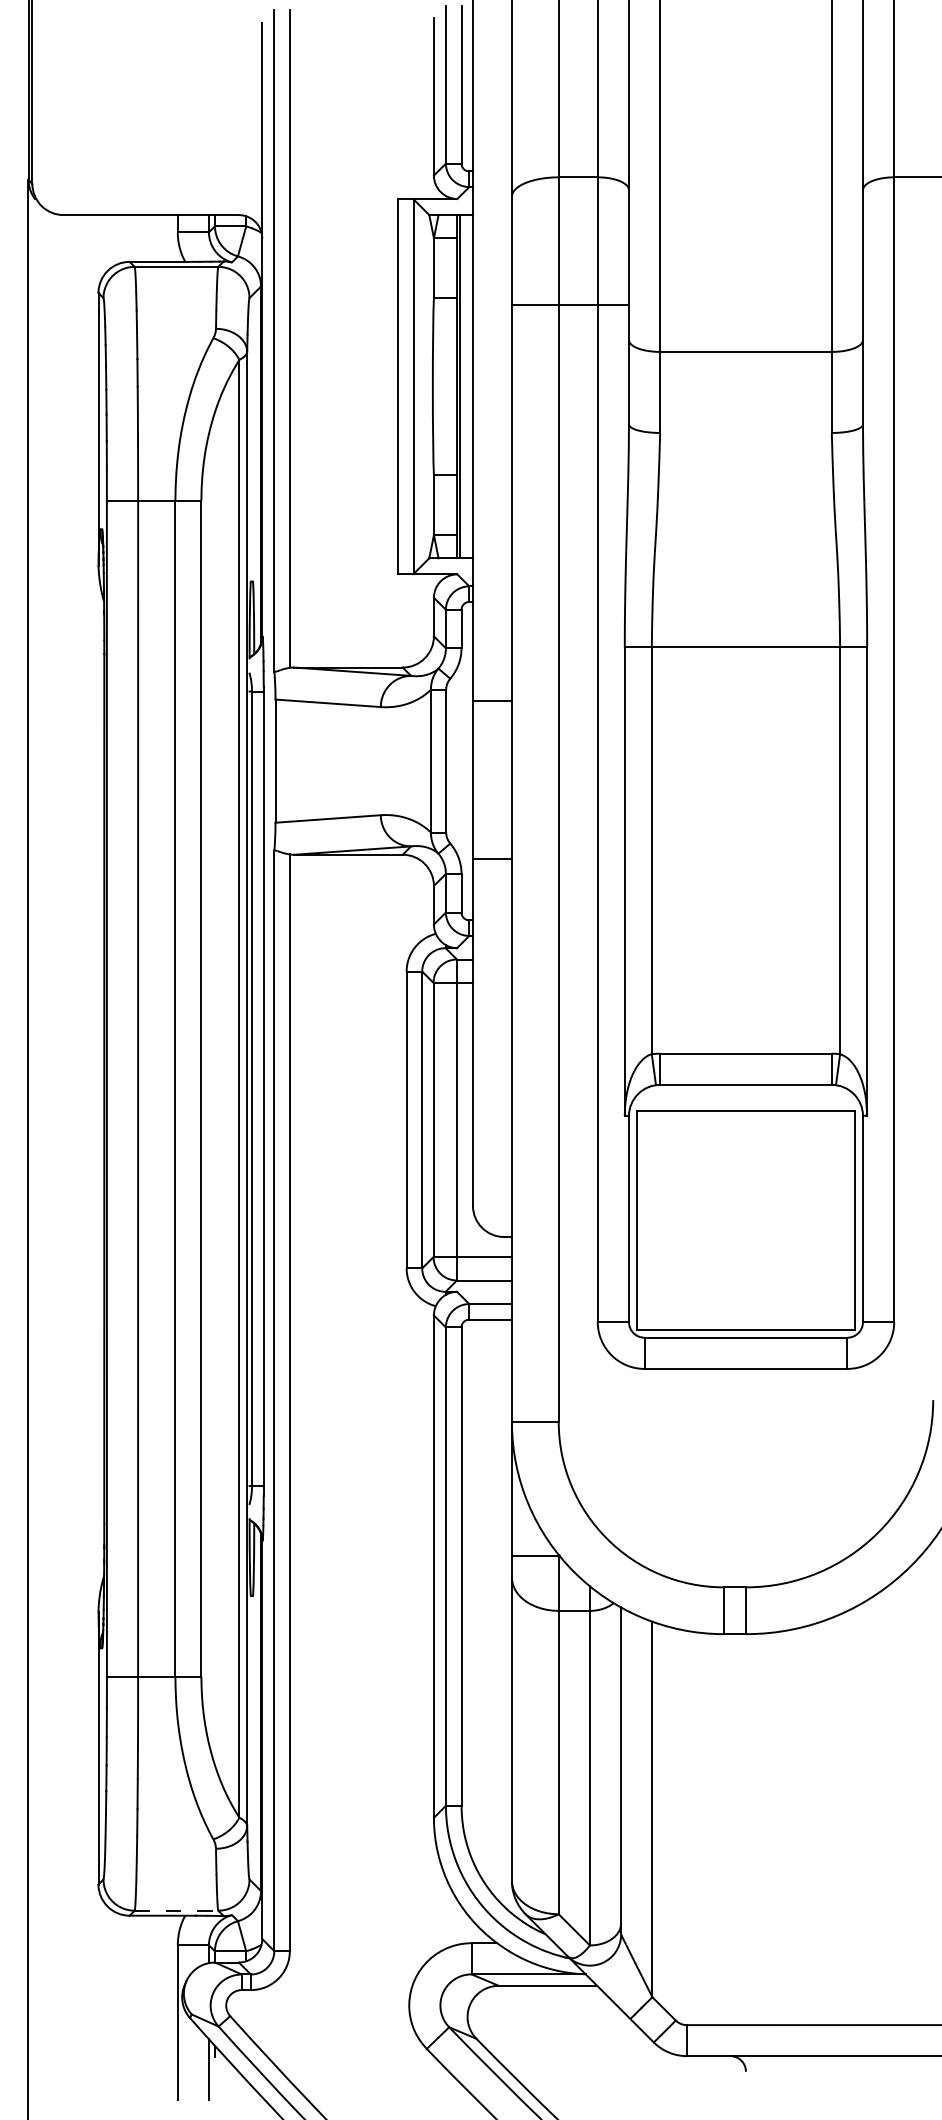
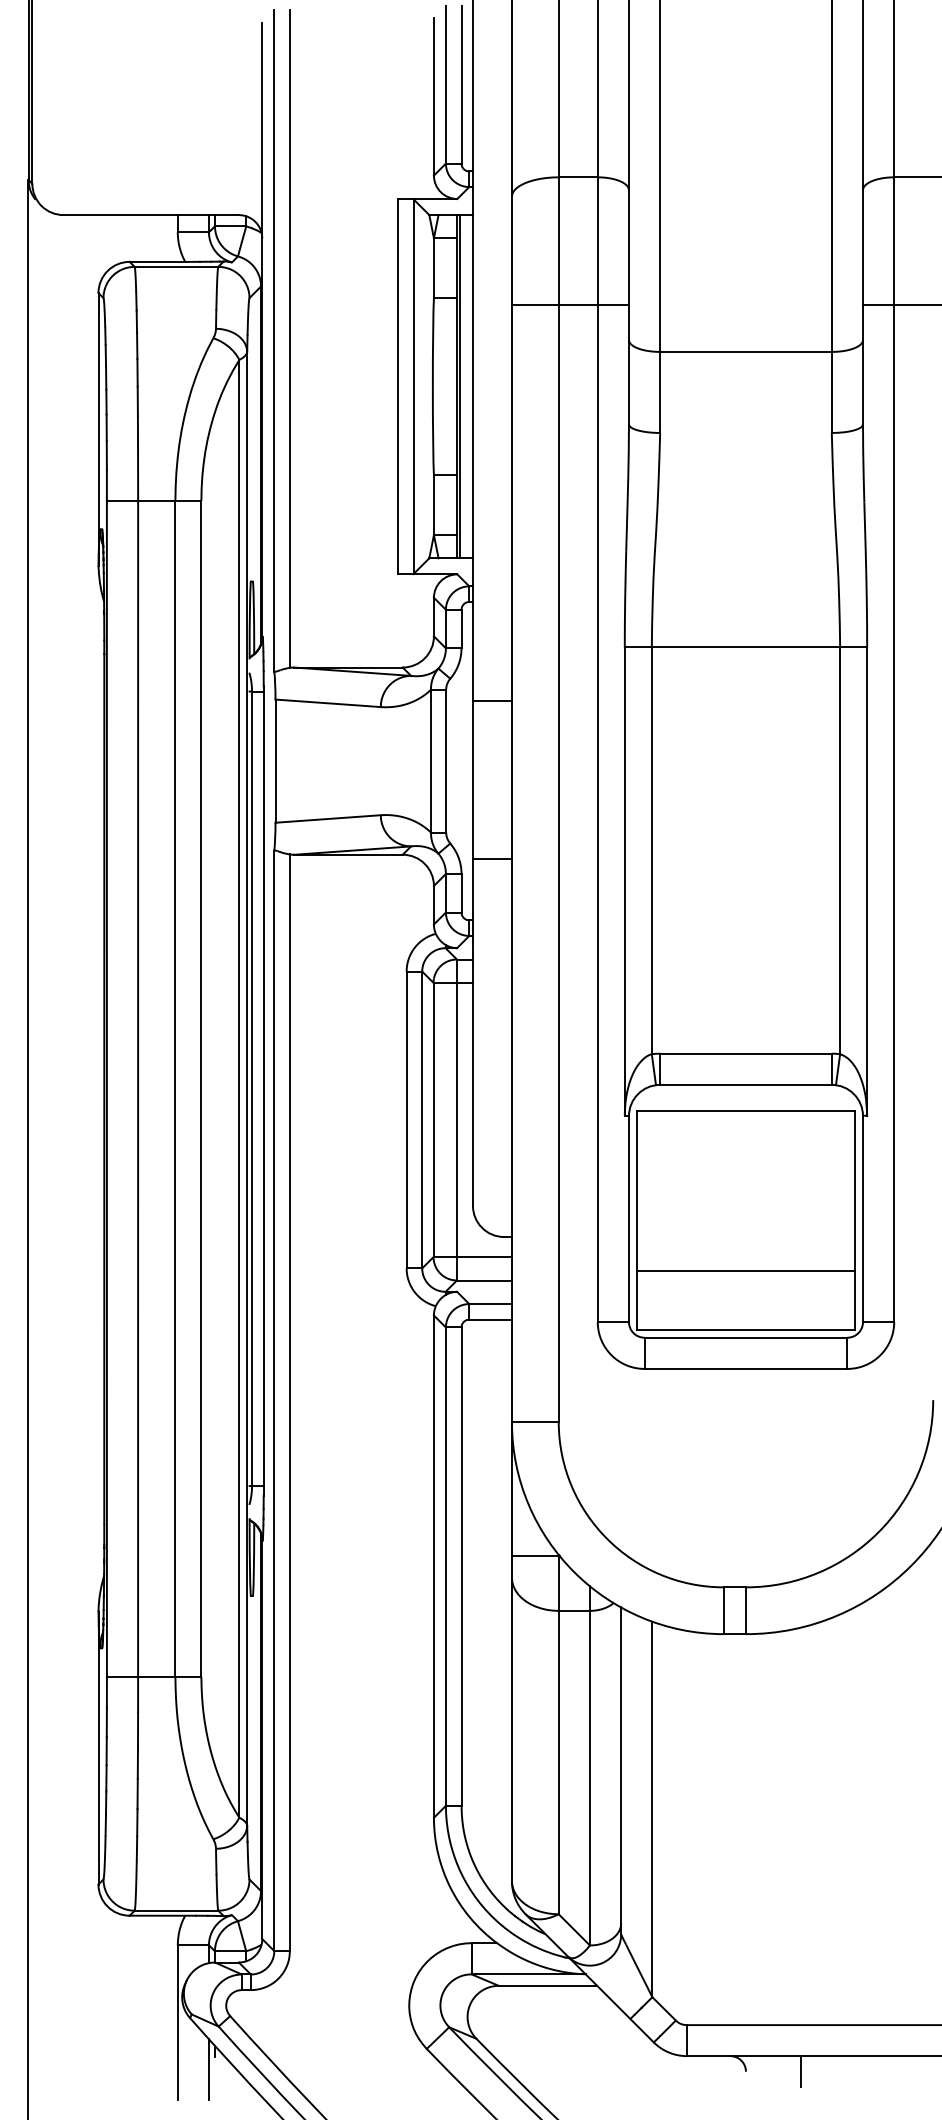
line at (900, 305): none -> present
line at (745, 1270): none -> present
line at (176, 1910): dashed -> solid
line at (800, 2071): none -> present
